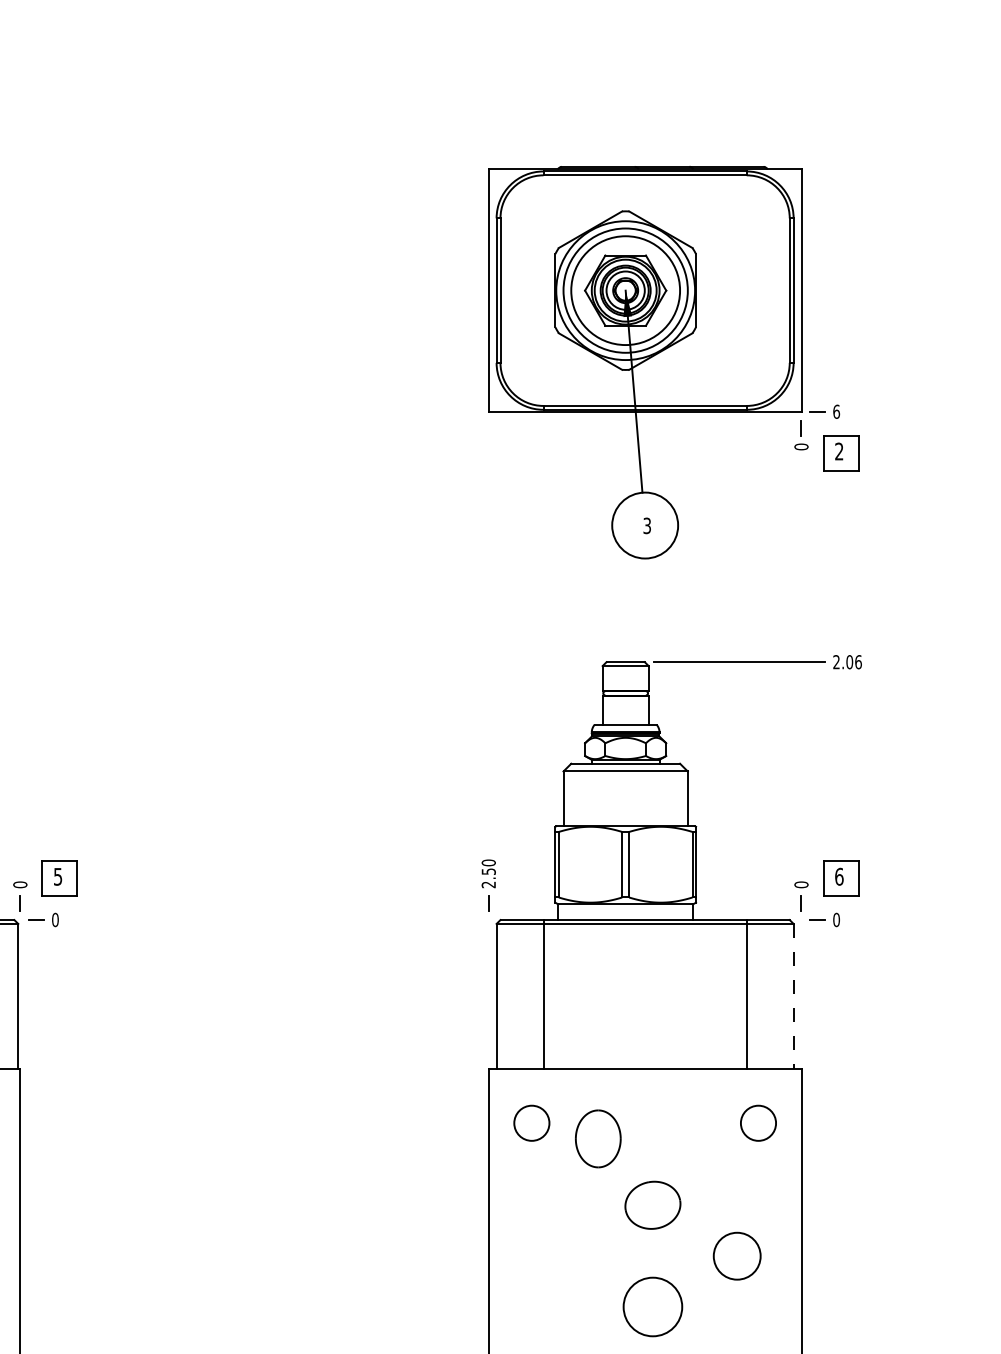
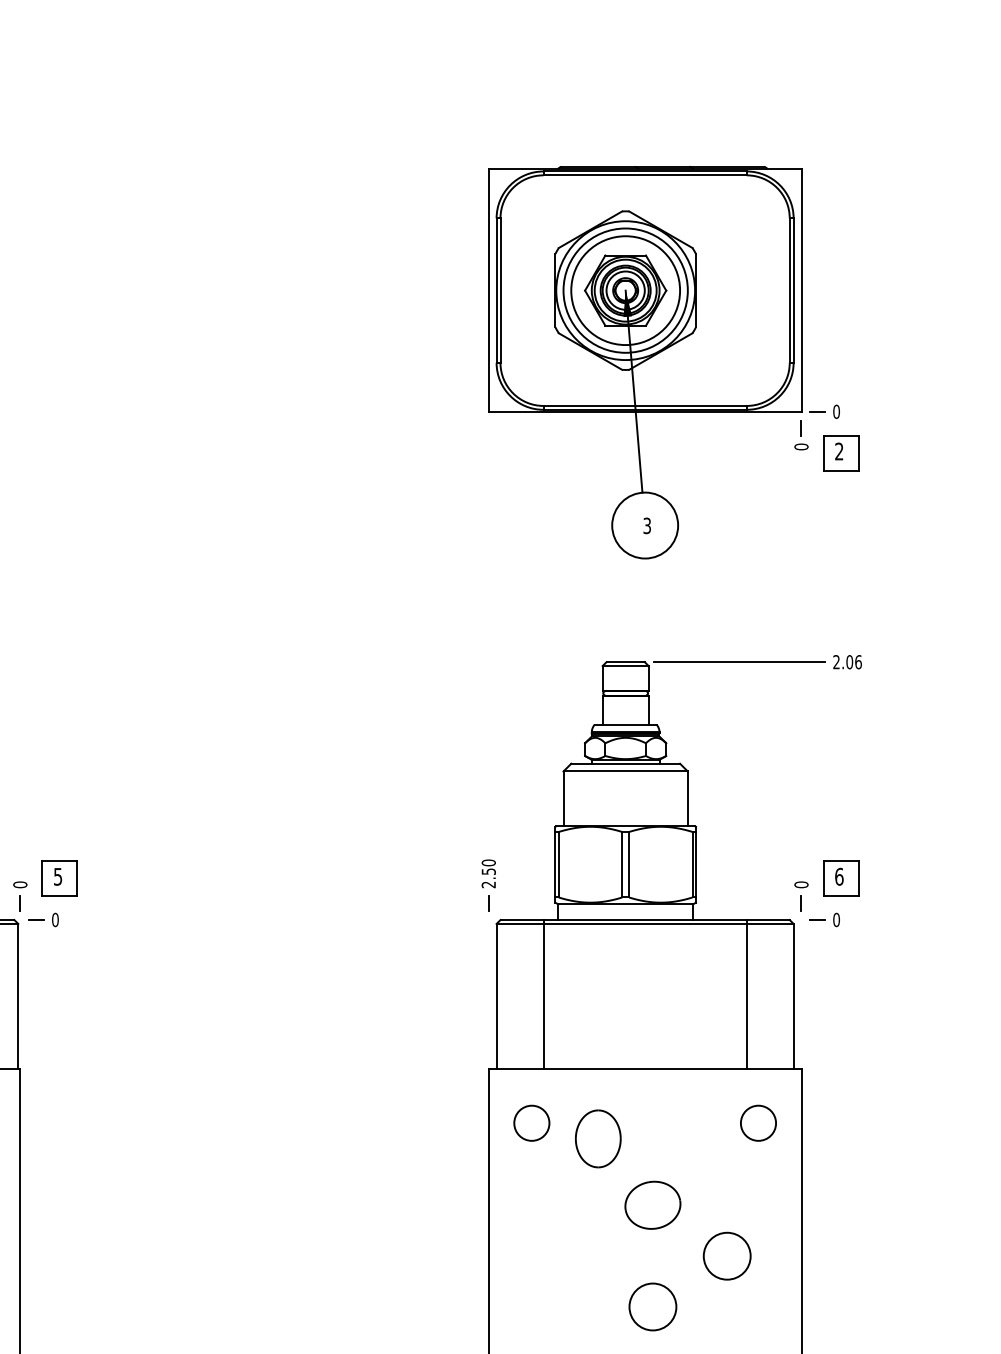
text at (836, 411): 6 -> 0
line at (793, 996): dashed -> solid
circle at (736, 1255) position: (736, 1255) -> (726, 1255)
circle at (652, 1306) diameter: 59 px -> 47 px
